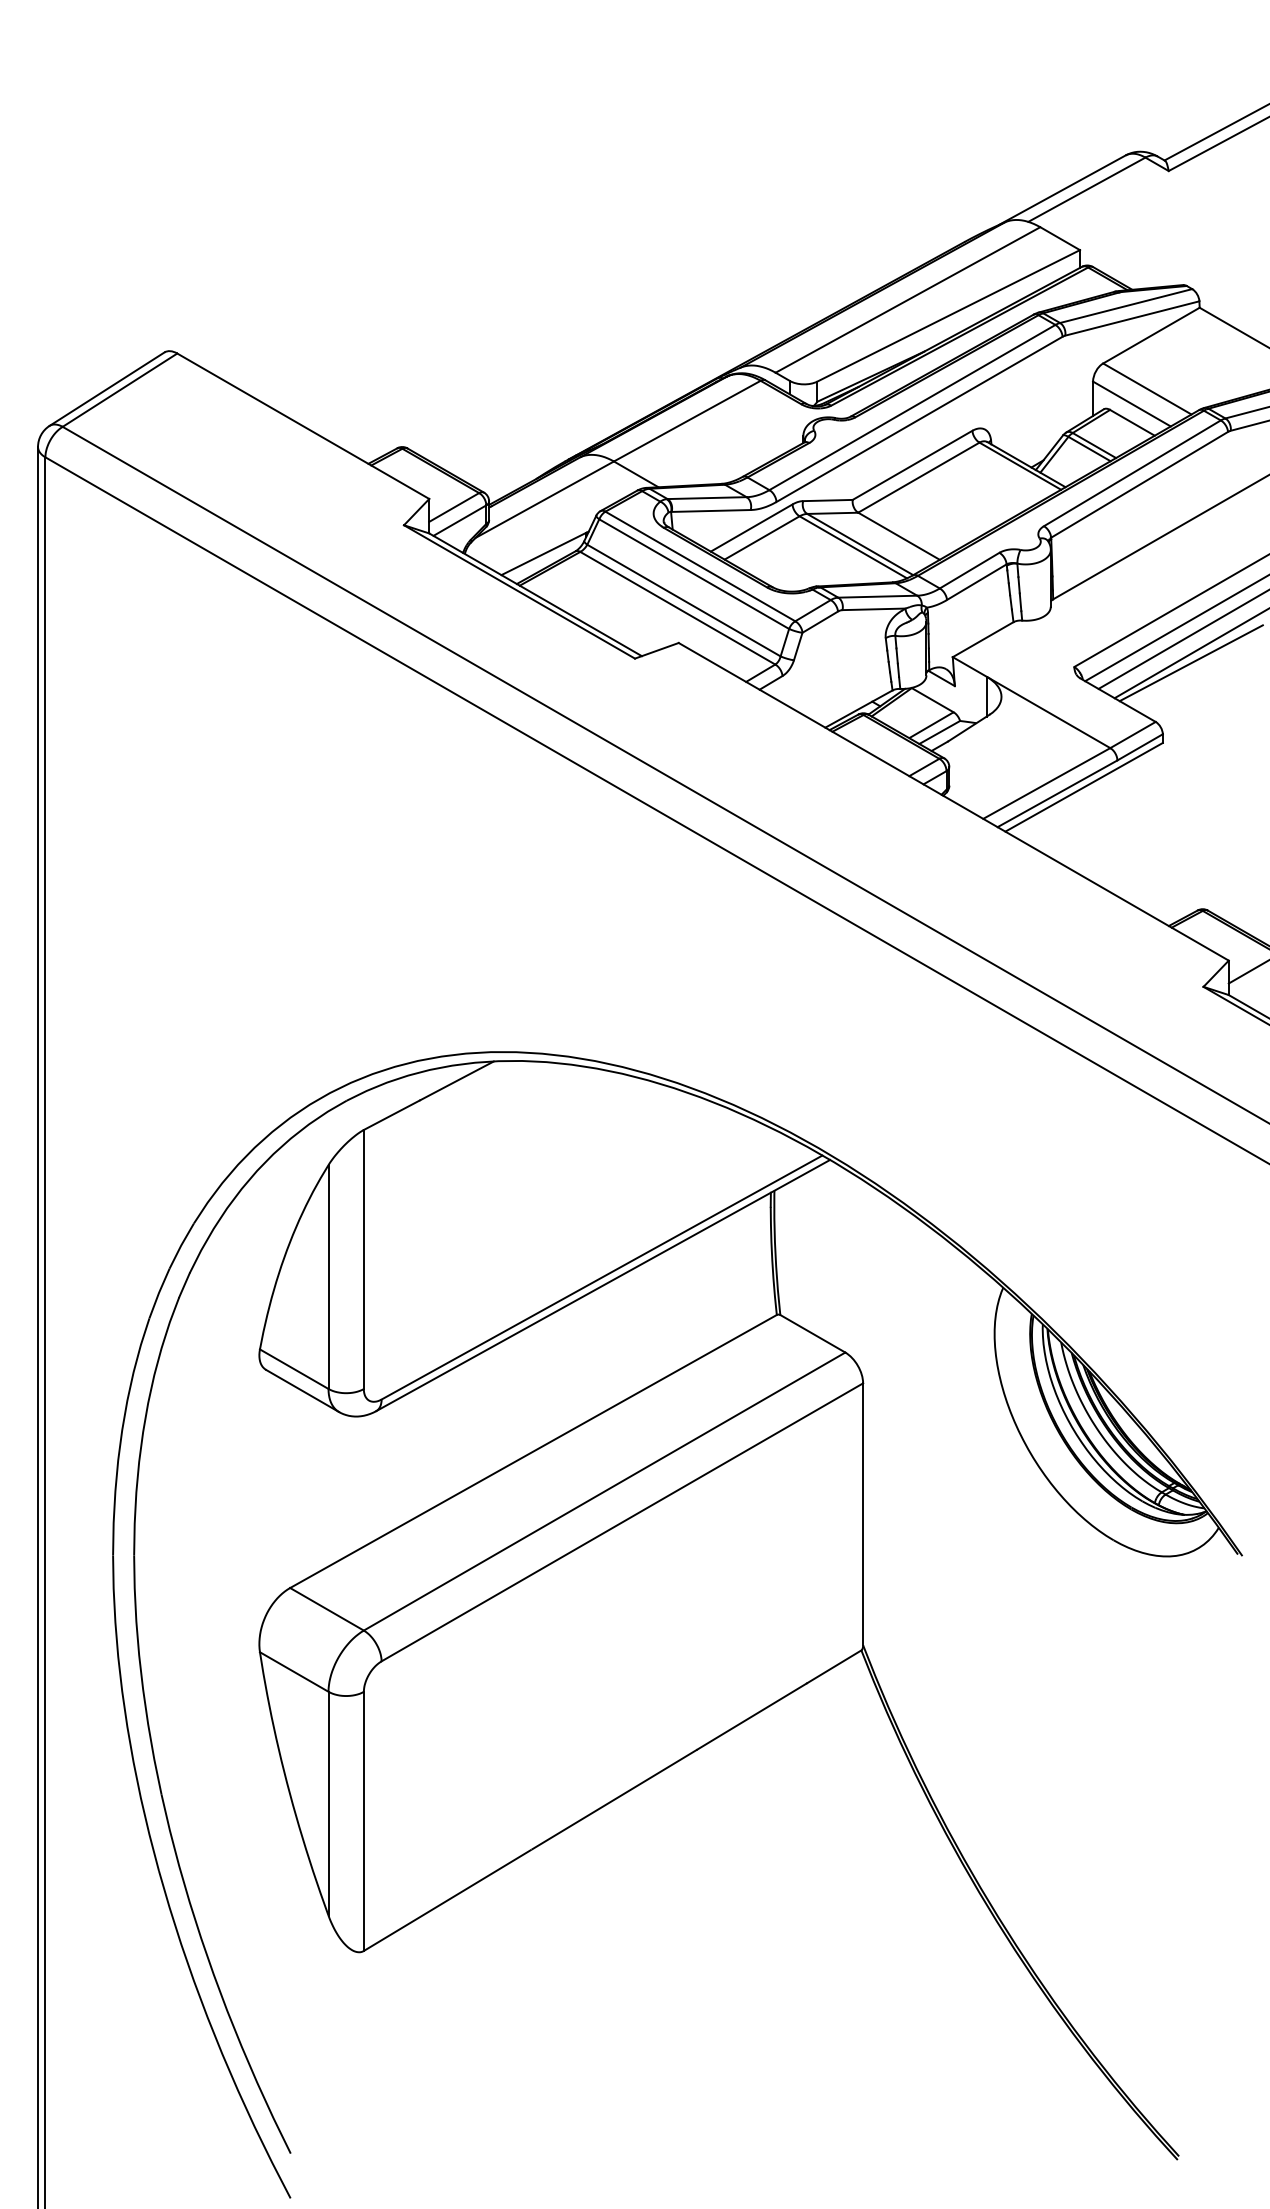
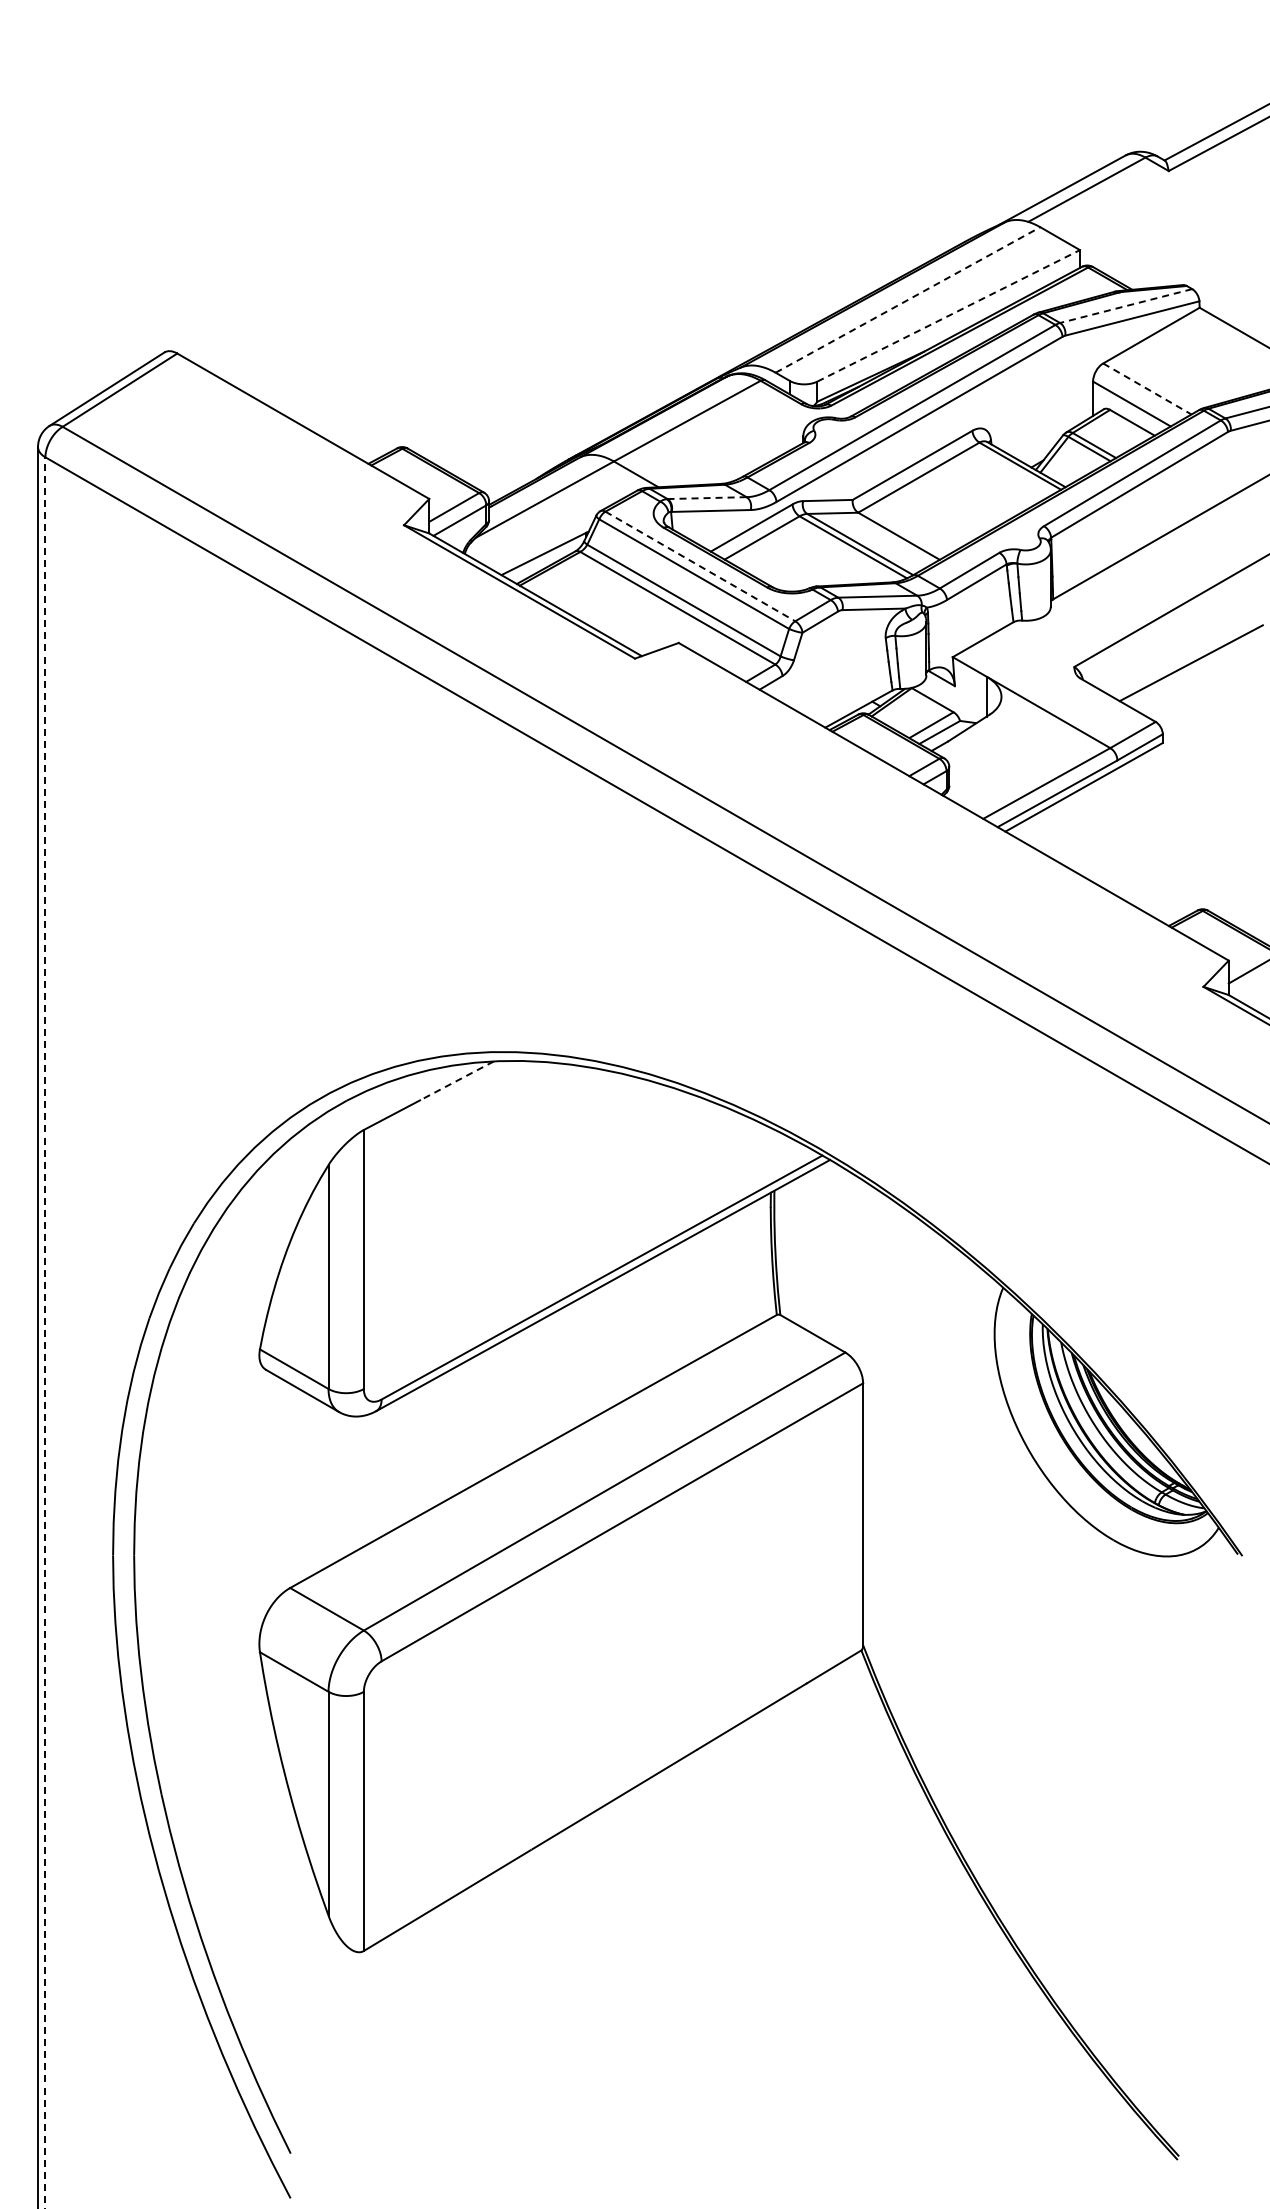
line at (908, 299): solid -> dashed
line at (1125, 306): solid -> dashed
line at (948, 315): solid -> dashed
line at (1147, 389): solid -> dashed
line at (707, 498): solid -> dashed
line at (700, 566): solid -> dashed
line at (1175, 628): present -> none
line at (1182, 639): present -> none
line at (1190, 653): present -> none
line at (456, 1080): solid -> dashed
line at (45, 1332): solid -> dashed
